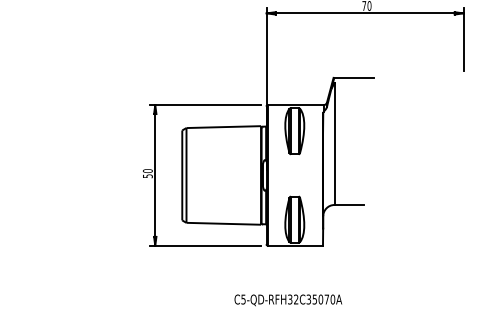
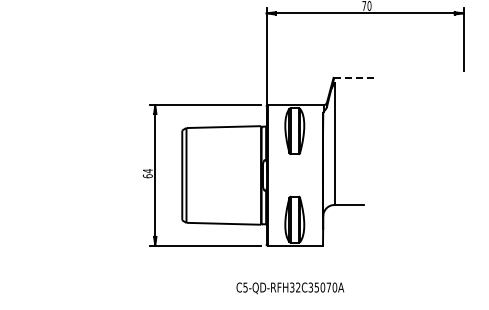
line at (354, 77): solid -> dashed
text at (147, 173): 50 -> 64
text at (288, 300) position: (288, 300) -> (290, 288)
